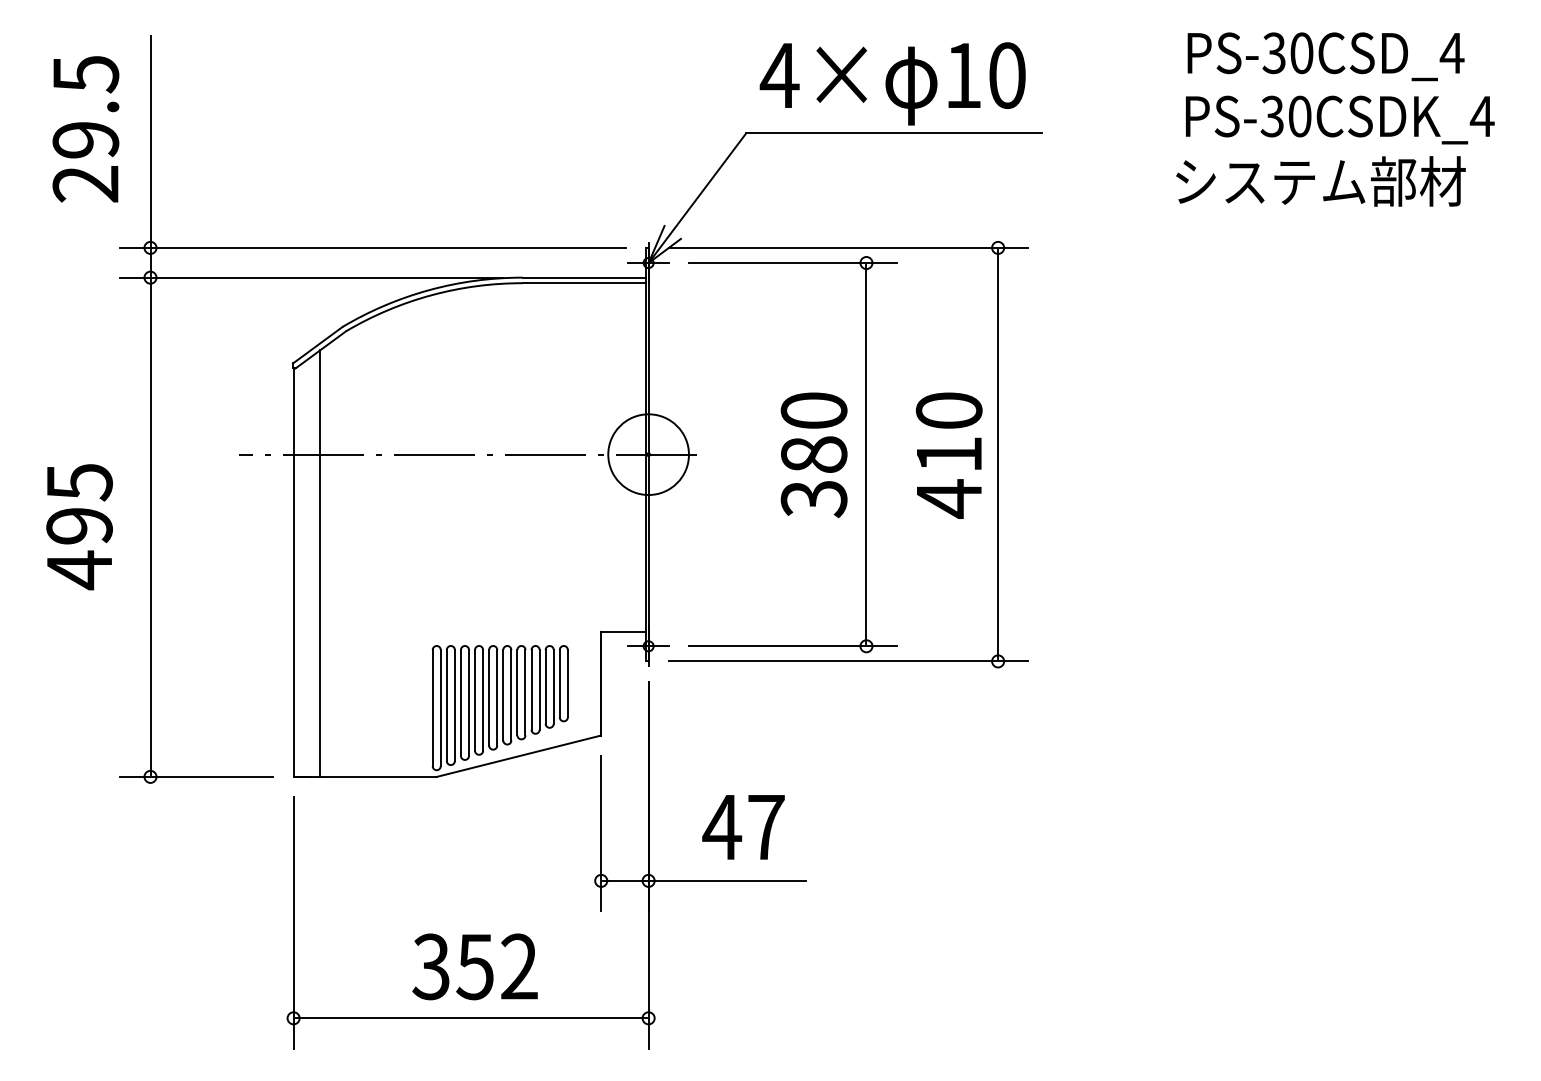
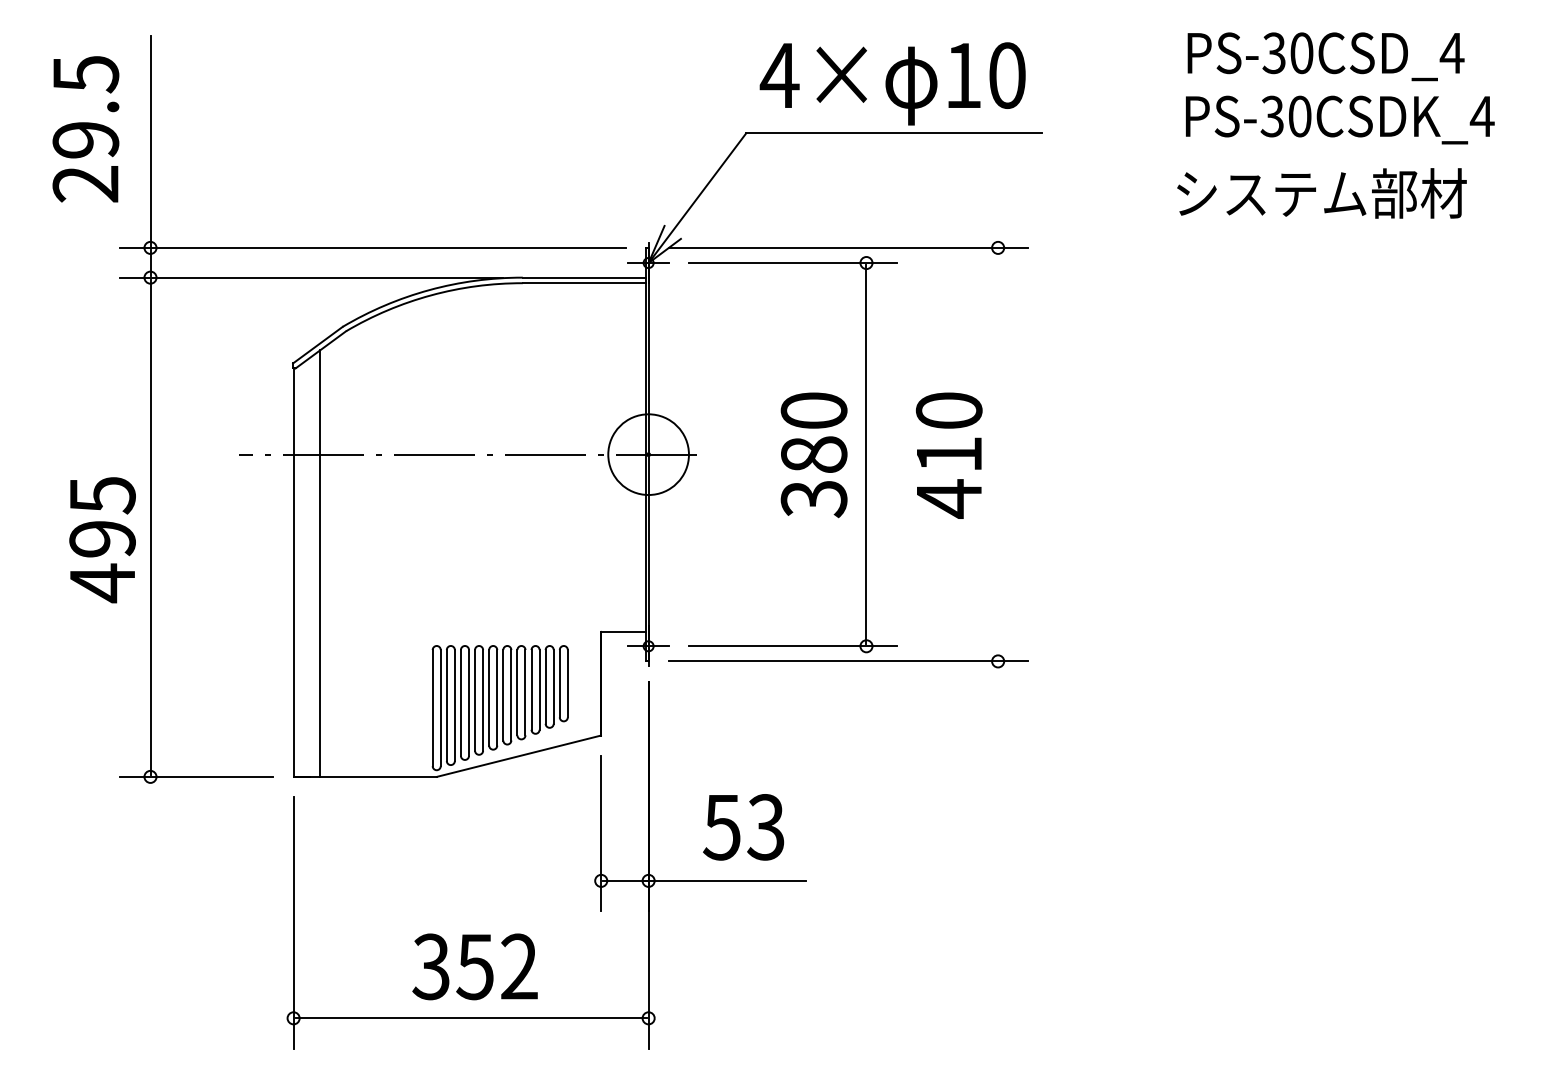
text at (1320, 181) position: (1320, 181) -> (1321, 193)
line at (998, 454): present -> none
text at (79, 527) position: (79, 527) -> (102, 540)
text at (743, 827): 47 -> 53
